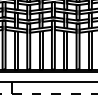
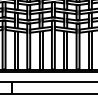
line at (48, 94): dashed -> solid
